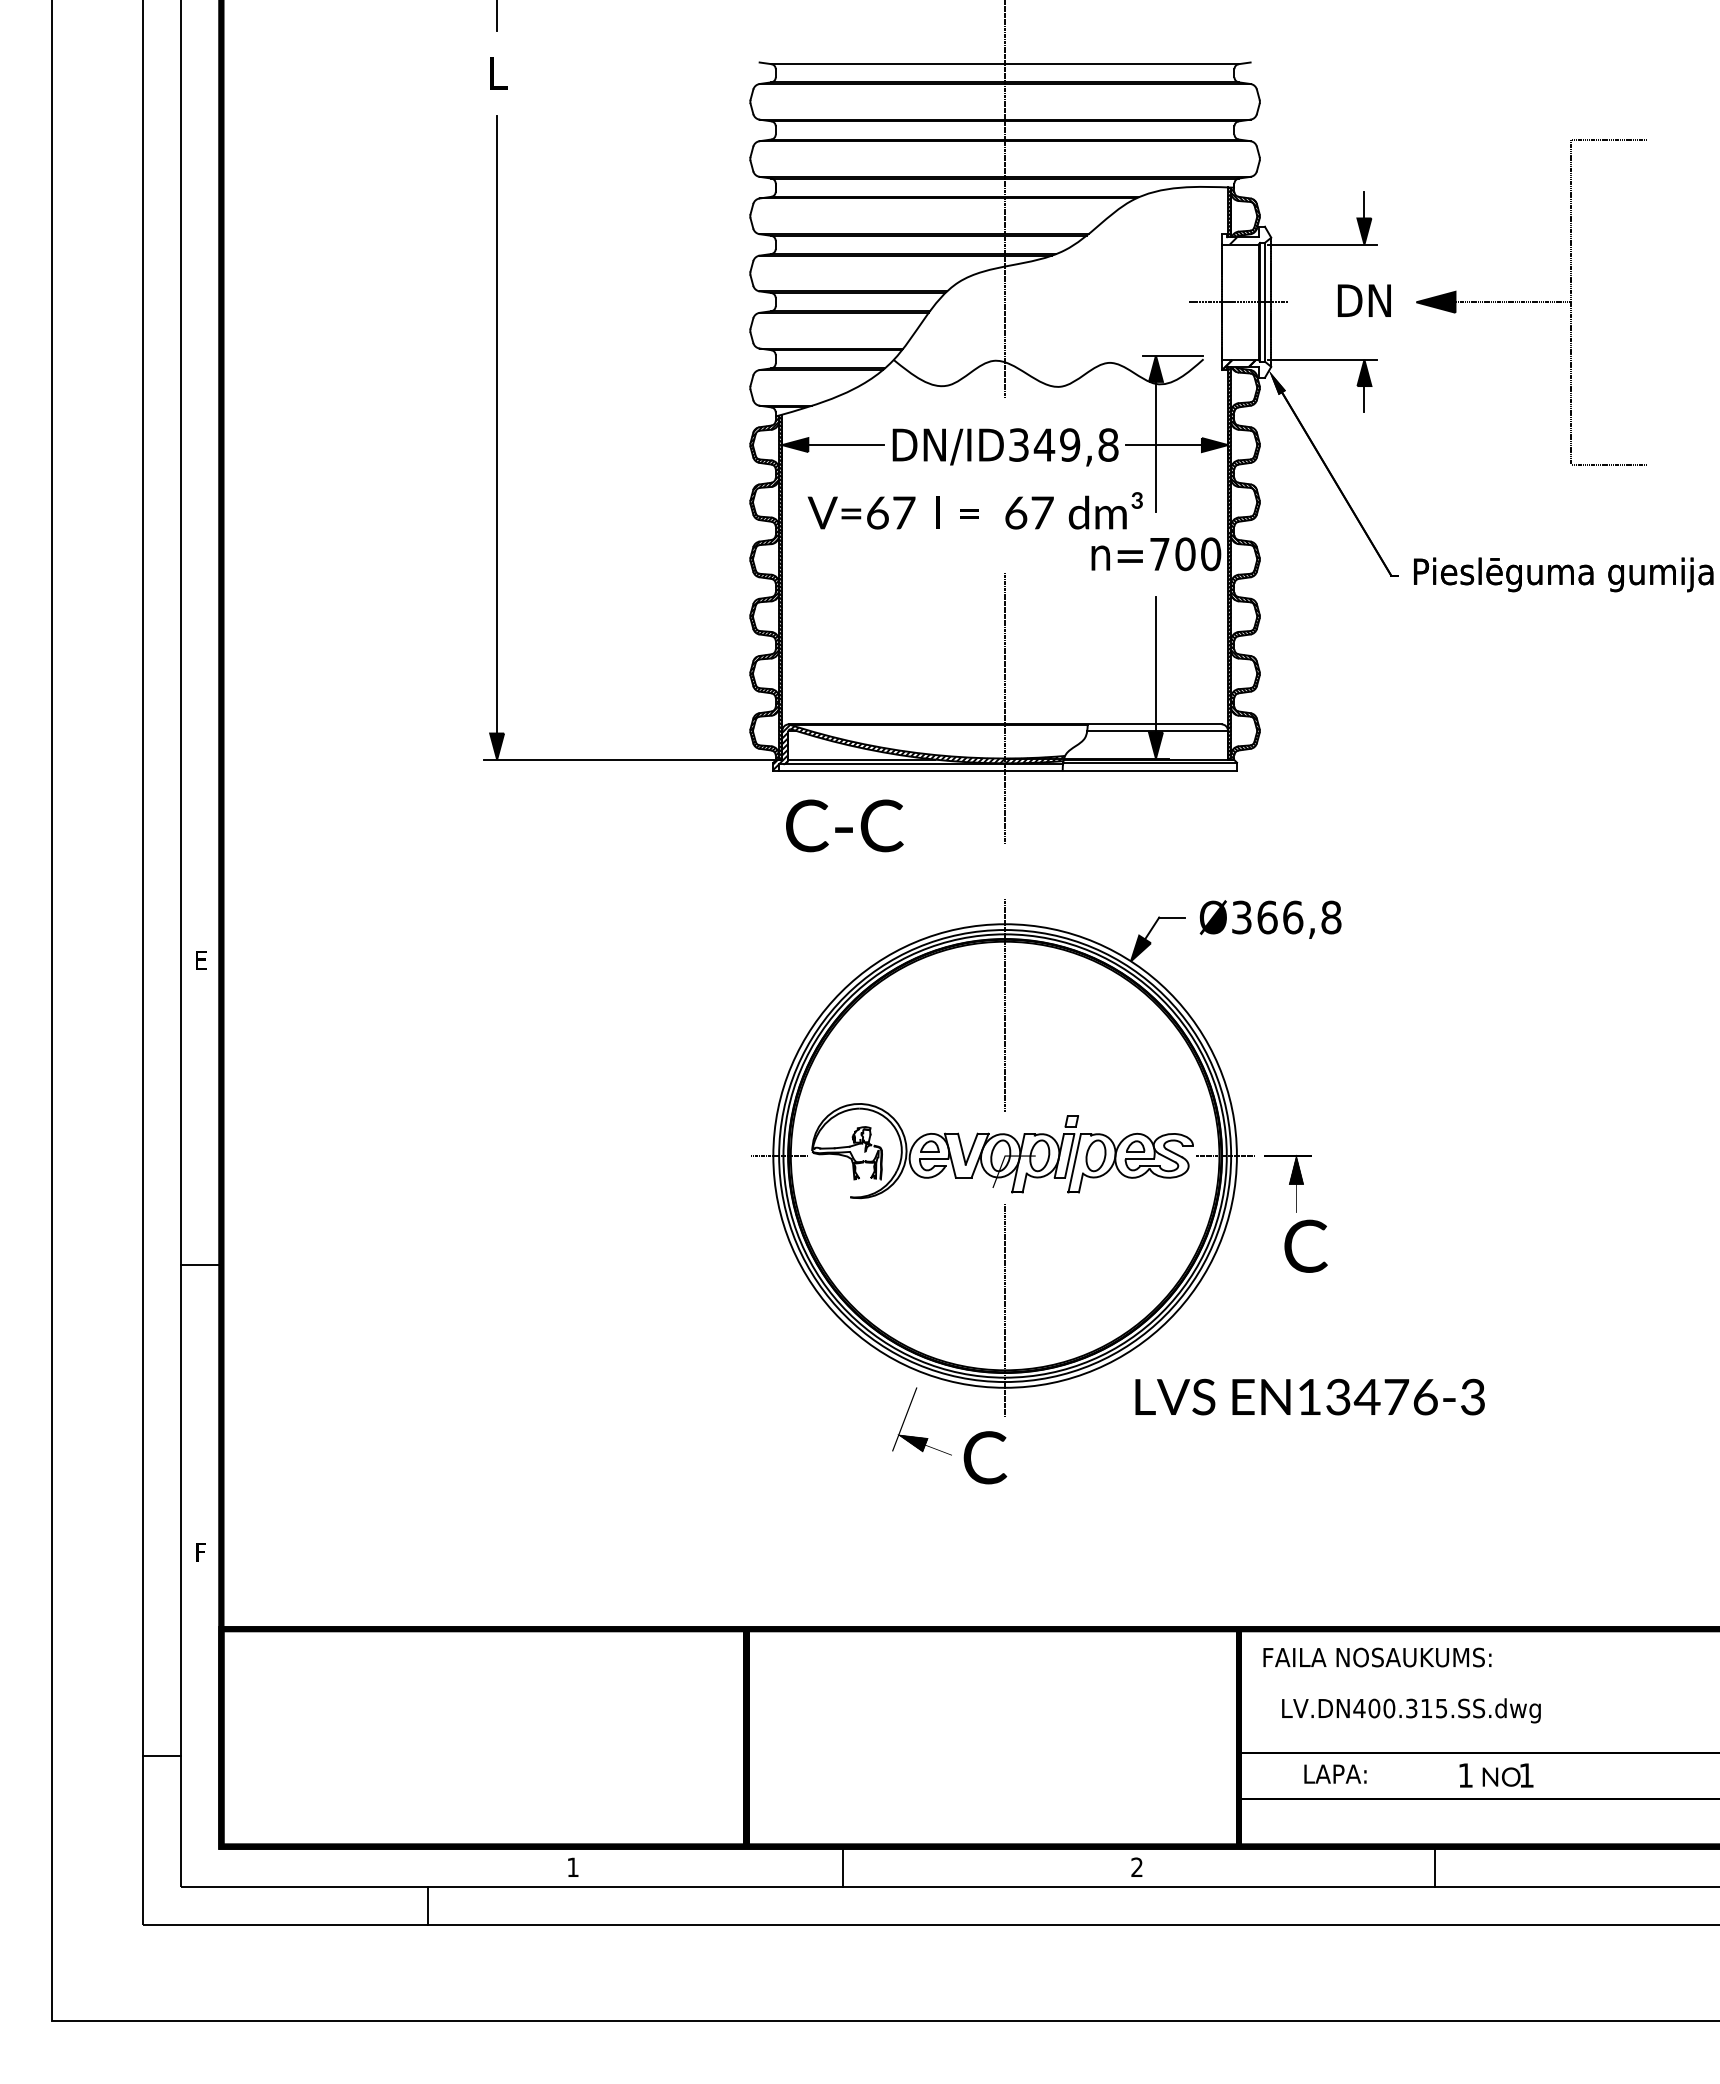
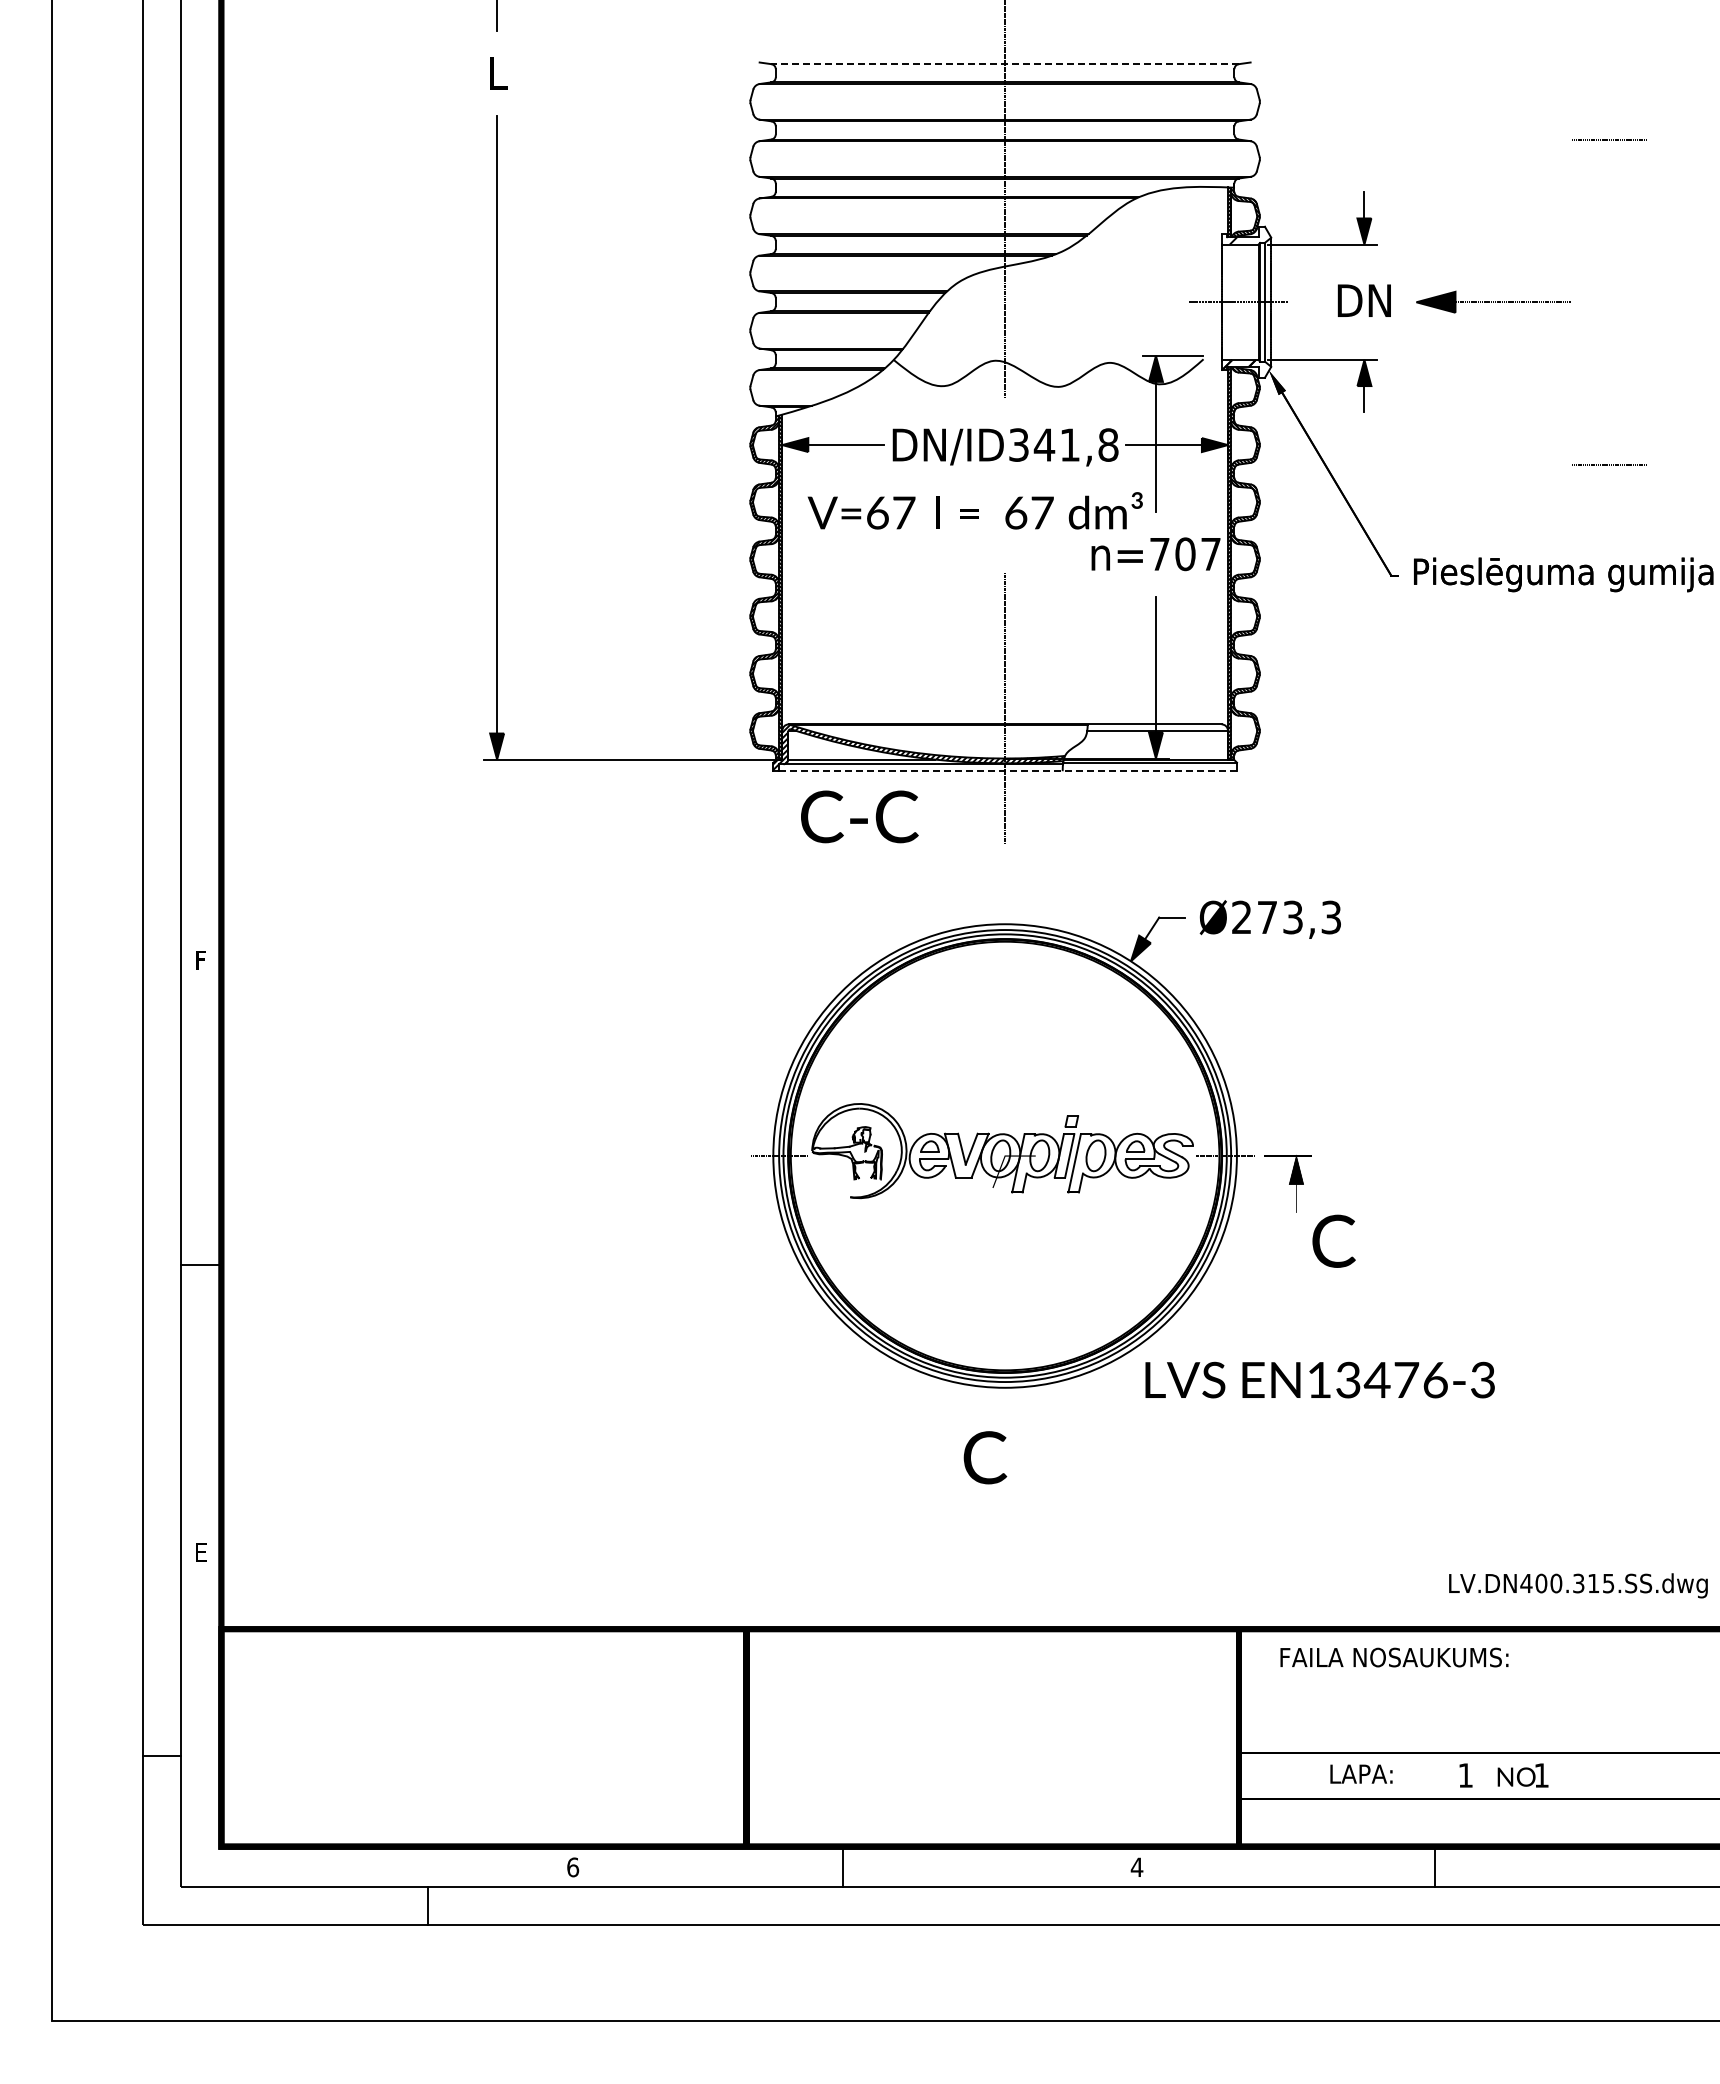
line at (1005, 64): solid -> dashed
line at (1571, 302): present -> none
text at (1070, 444): DN/ID349,8 -> DN/ID341,8
text at (1211, 554): n=700 -> n=707
line at (1008, 771): solid -> dashed
text at (844, 825) position: (844, 825) -> (859, 816)
text at (1286, 917): Ø366,8 -> Ø273,3
text at (202, 960): E -> F
line at (1005, 1005): present -> none
text at (1305, 1245) position: (1305, 1245) -> (1333, 1240)
line at (1005, 1310): present -> none
text at (1309, 1396) position: (1309, 1396) -> (1319, 1379)
part at (917, 1436): present -> none
text at (202, 1552): F -> E
text at (1377, 1657) position: (1377, 1657) -> (1394, 1657)
text at (1411, 1710) position: (1411, 1710) -> (1578, 1585)
text at (1335, 1773) position: (1335, 1773) -> (1361, 1773)
text at (1507, 1775) position: (1507, 1775) -> (1522, 1775)
text at (1136, 1866): 2 -> 4
text at (573, 1867): 1 -> 6
